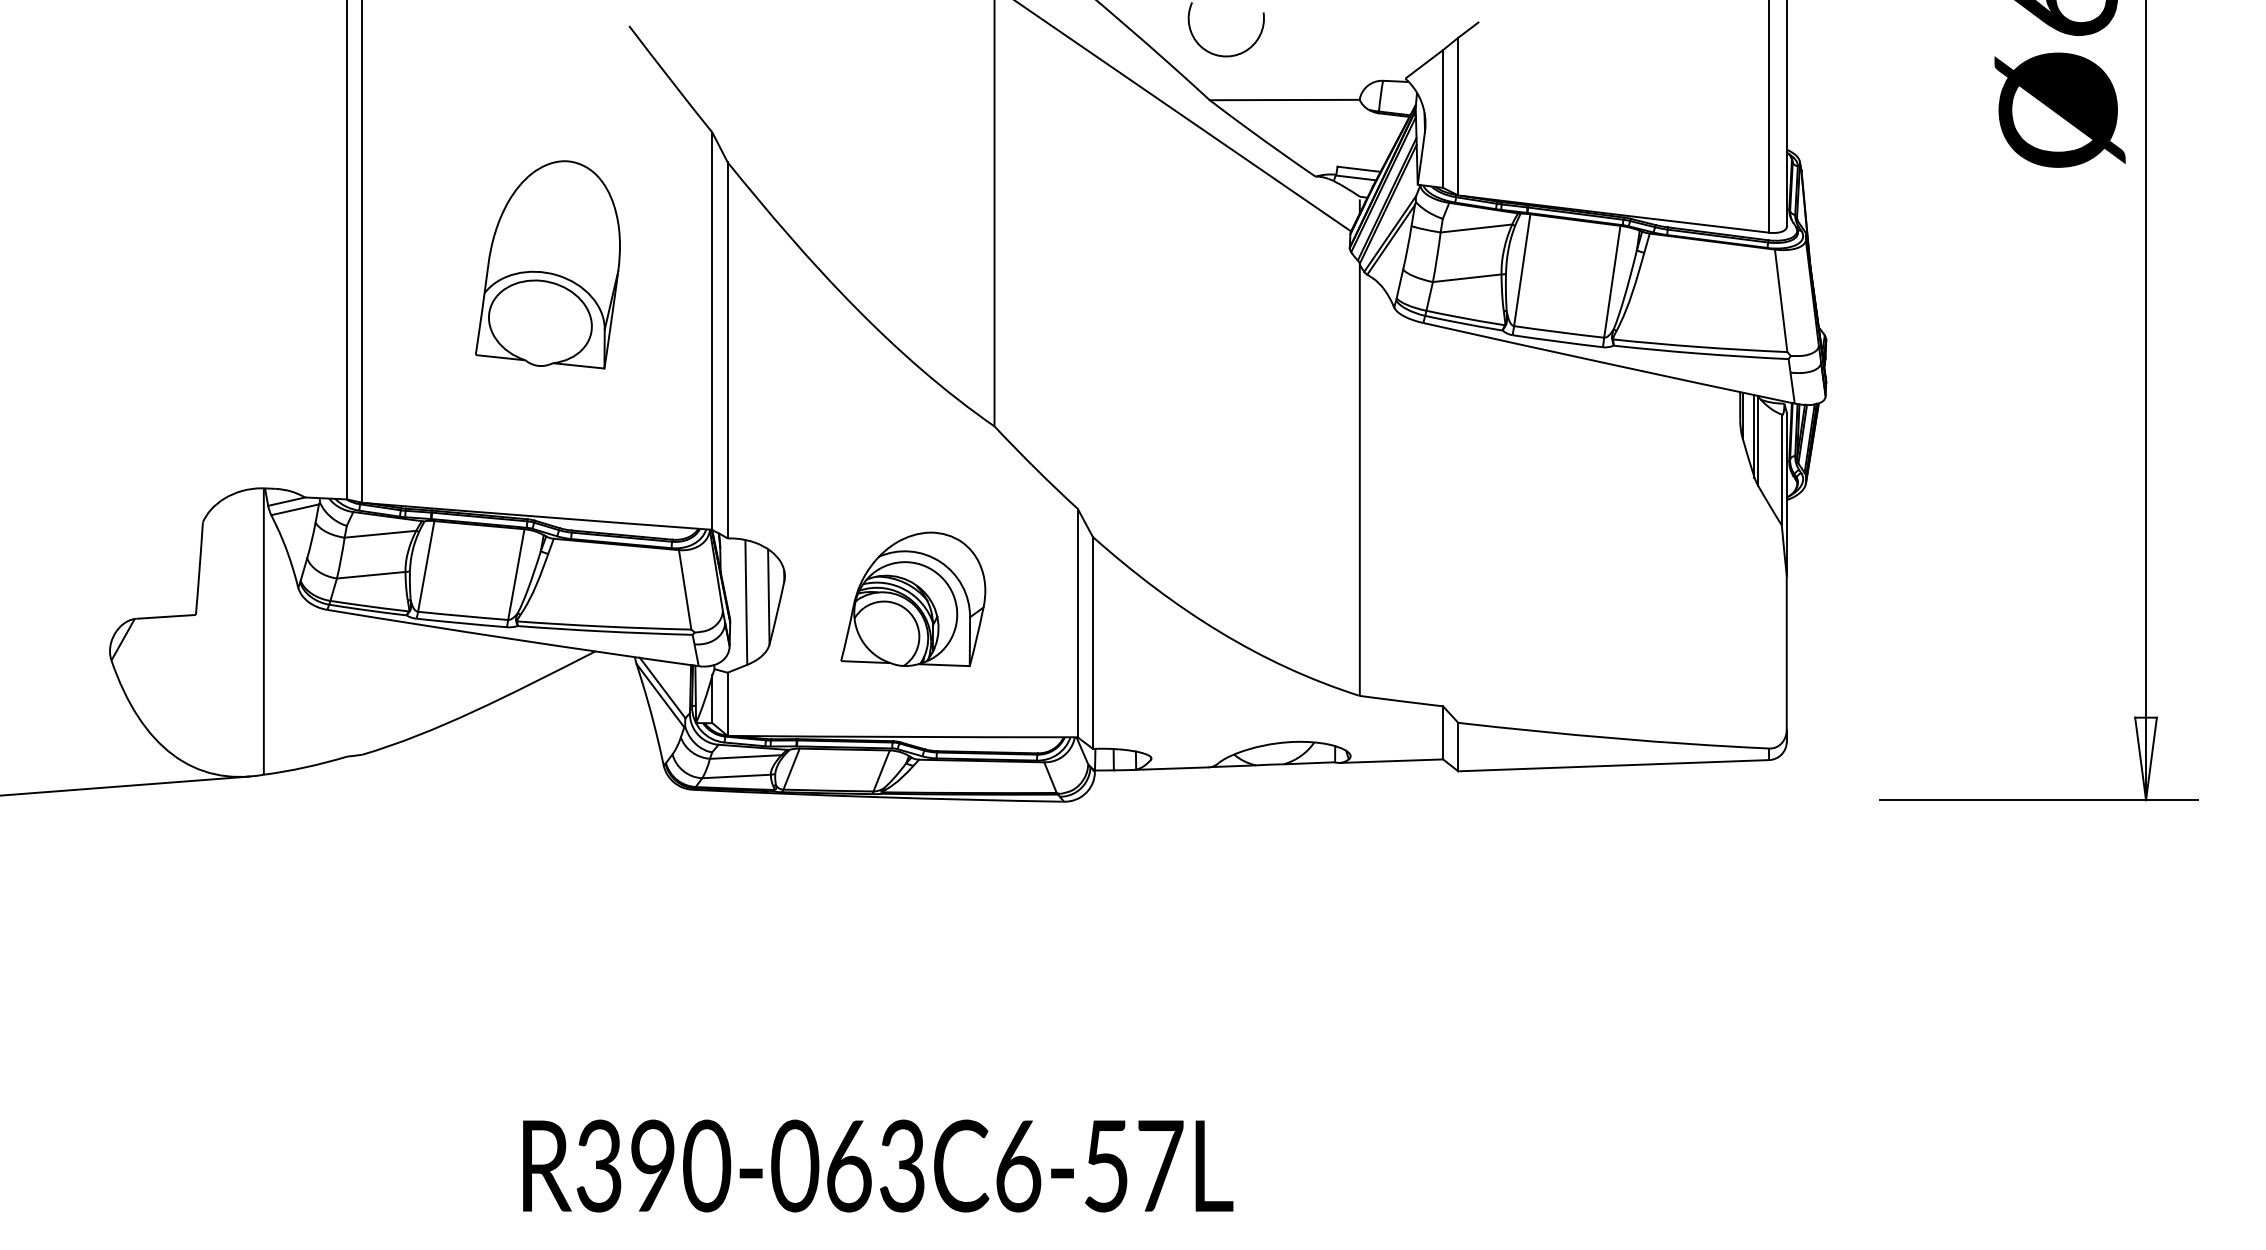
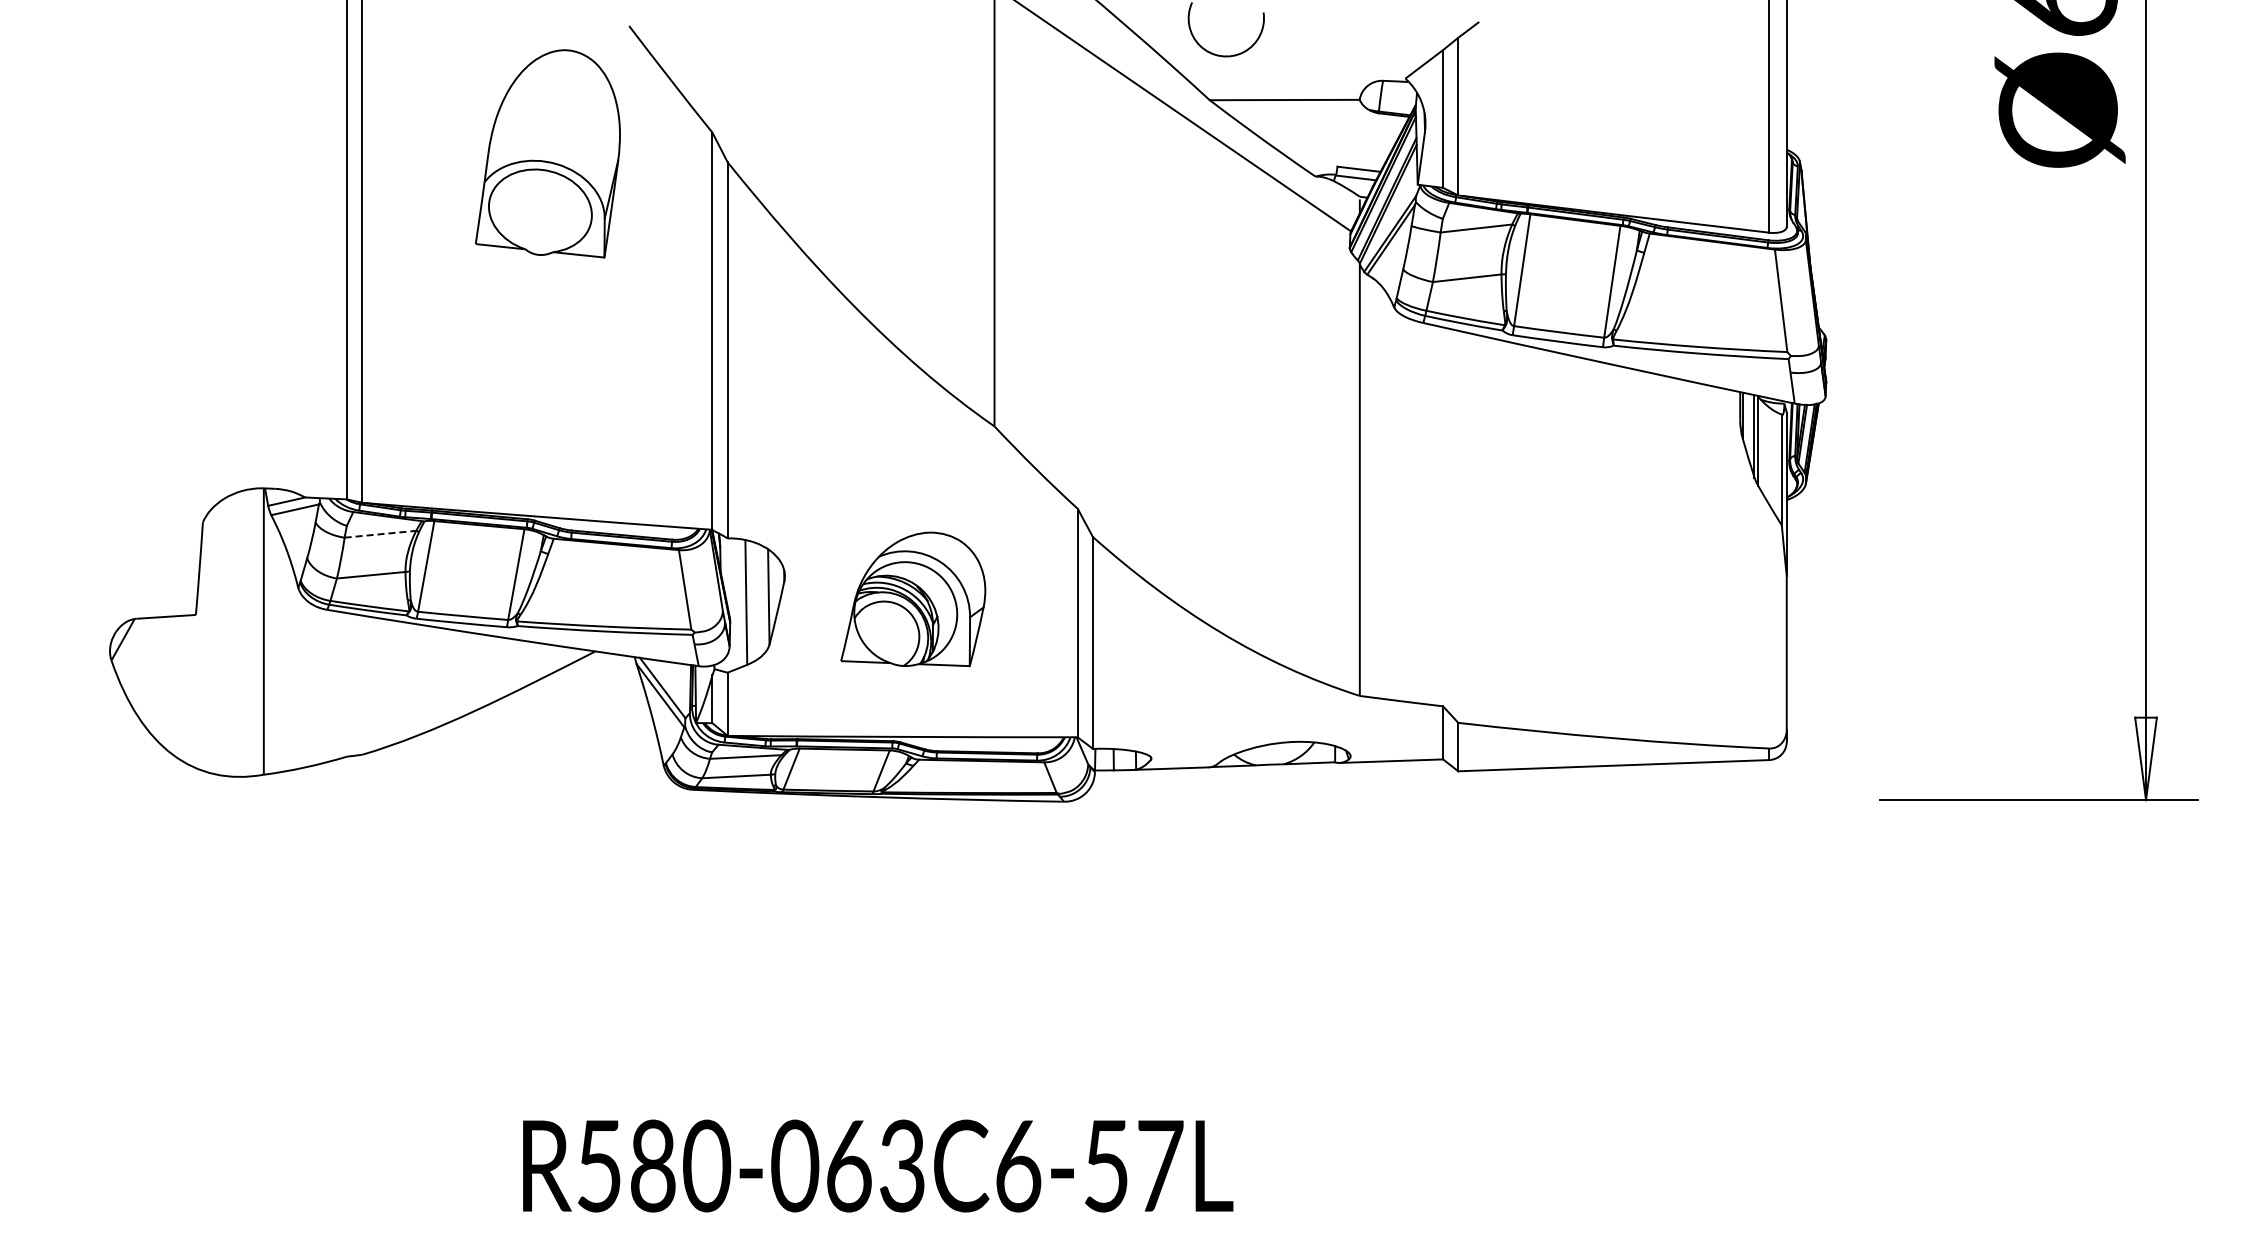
part at (547, 264) position: (547, 264) -> (547, 153)
line at (380, 534): solid -> dashed
line at (125, 785): present -> none
text at (625, 1165): R390-063C6-57L -> R580-063C6-57L
